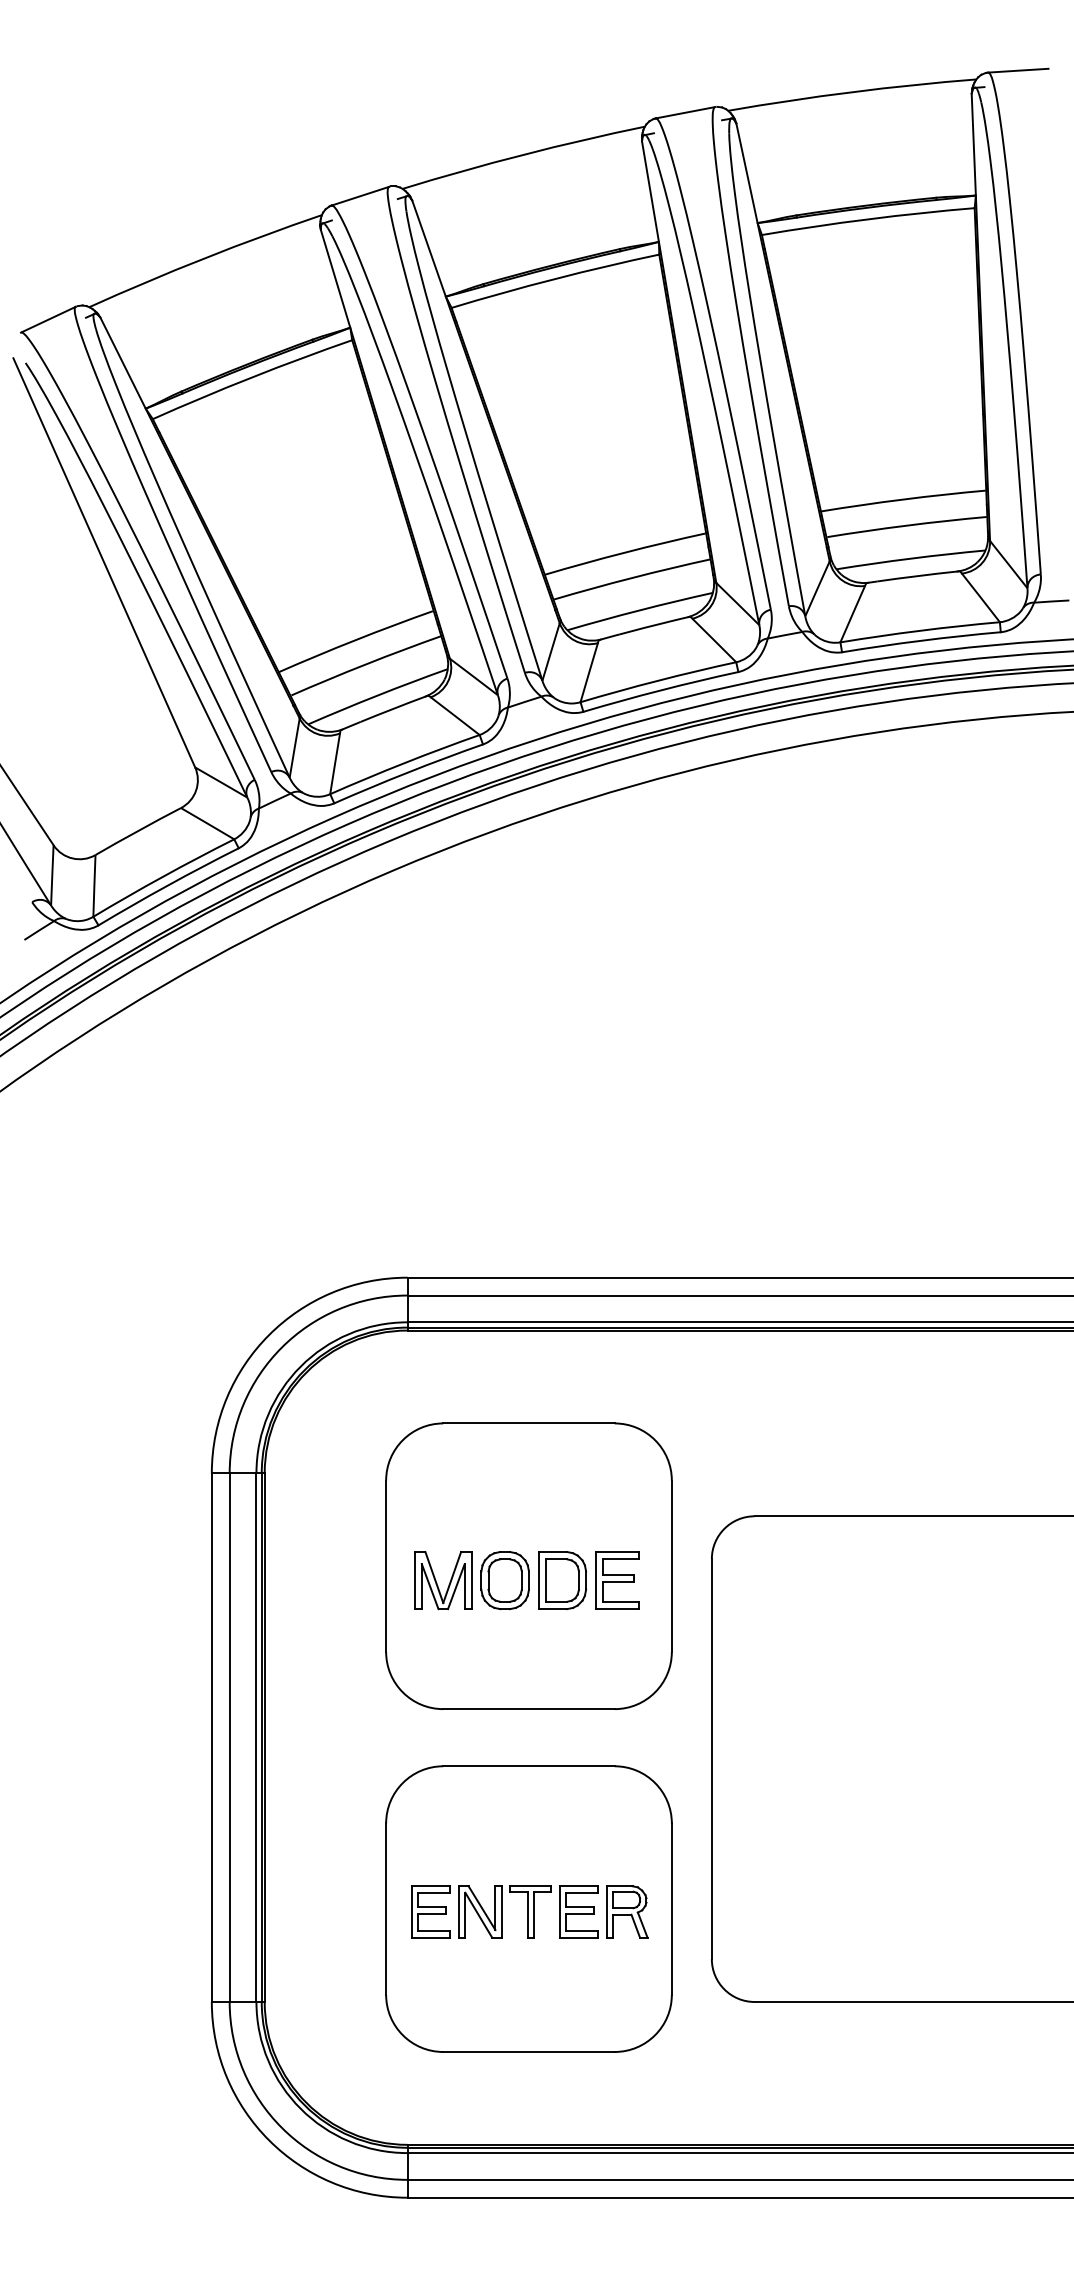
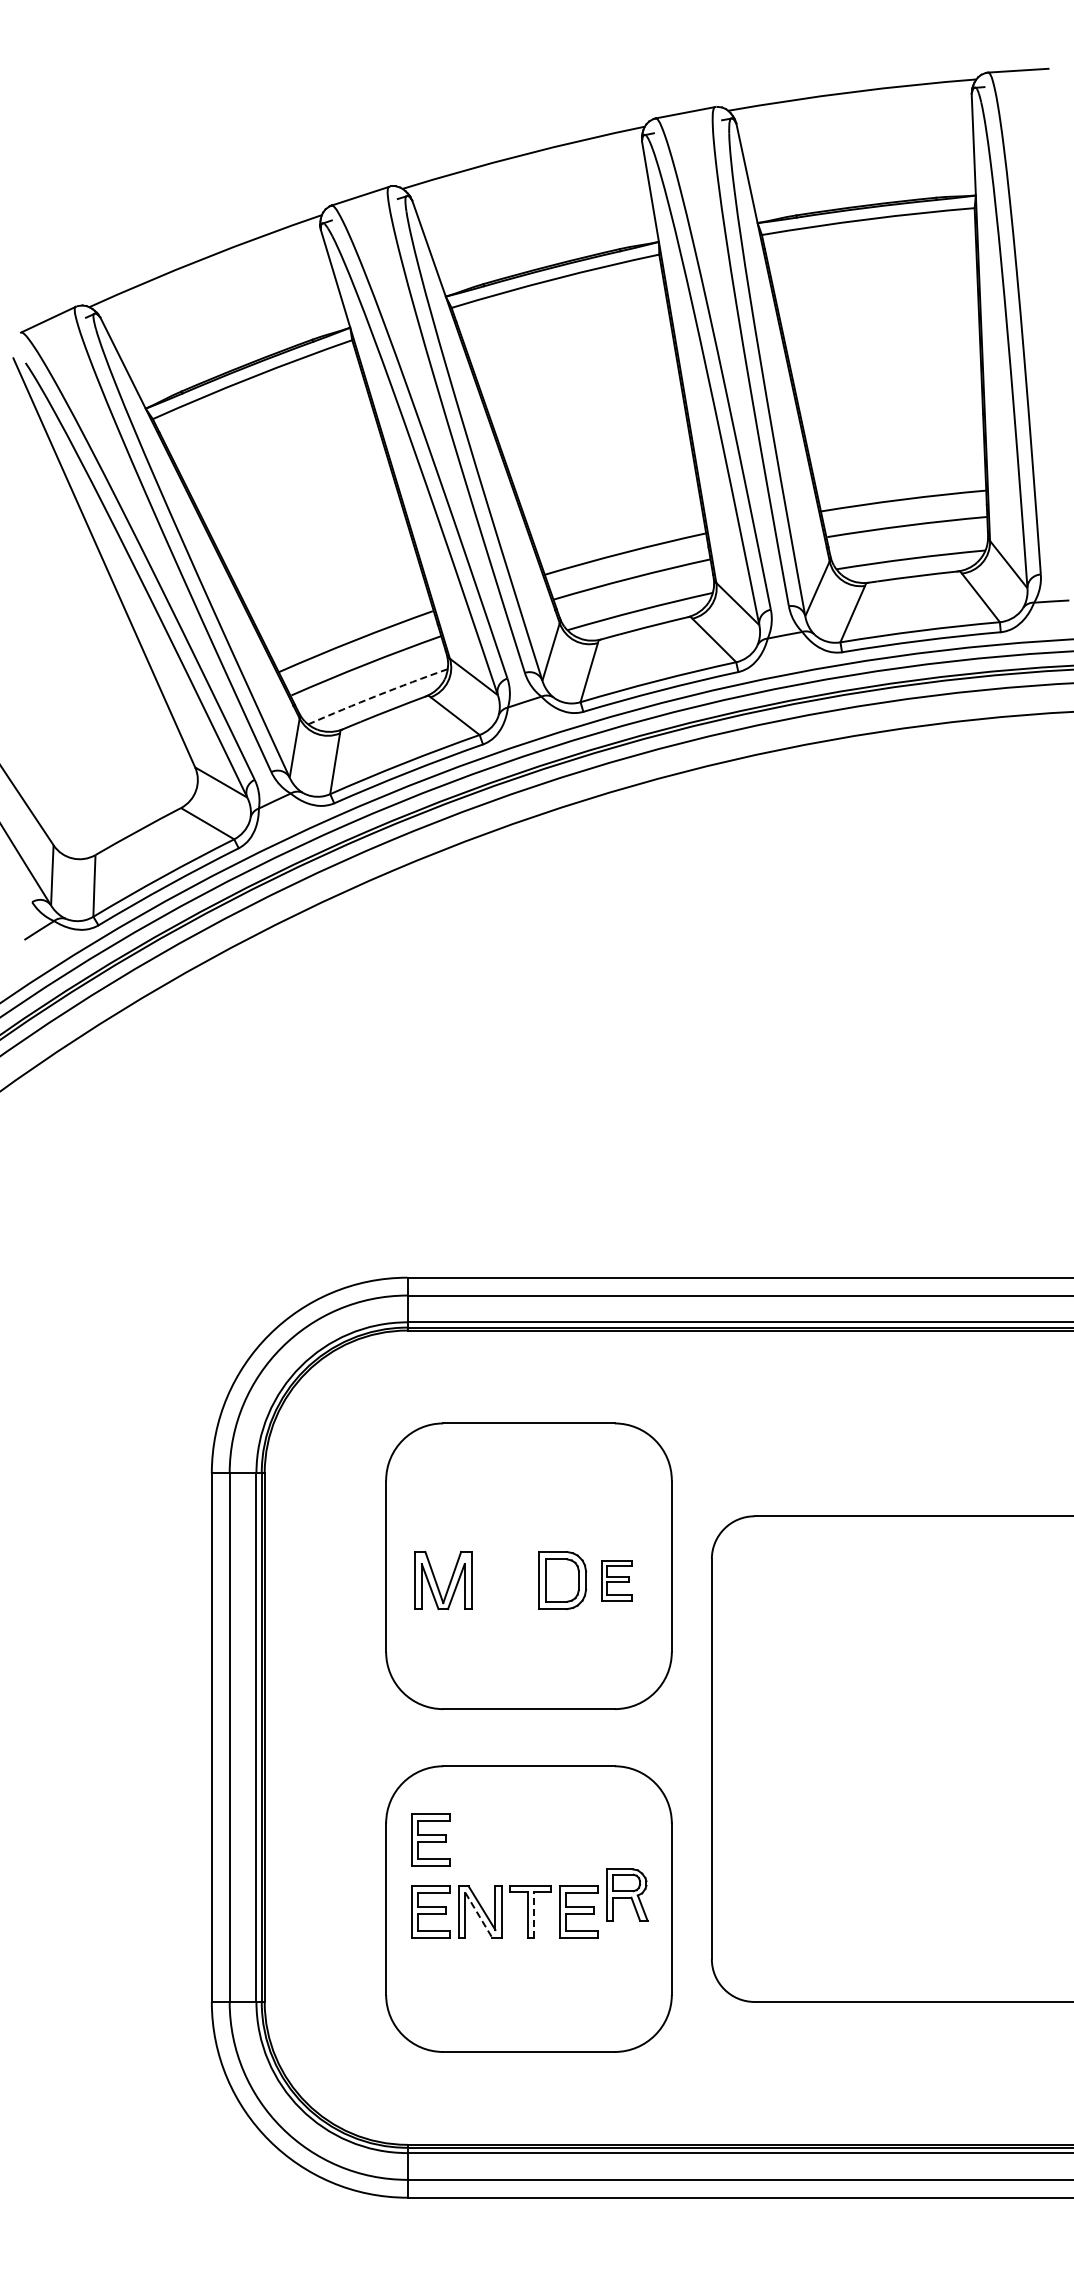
arc at (377, 695): solid -> dashed
part at (504, 1580): present -> none
part at (617, 1580) size: 45x59 px -> 32x42 px
part at (430, 1839): none -> present
part at (627, 1911) position: (627, 1911) -> (627, 1894)
line at (533, 1914): solid -> dashed
line at (479, 1915): solid -> dashed
